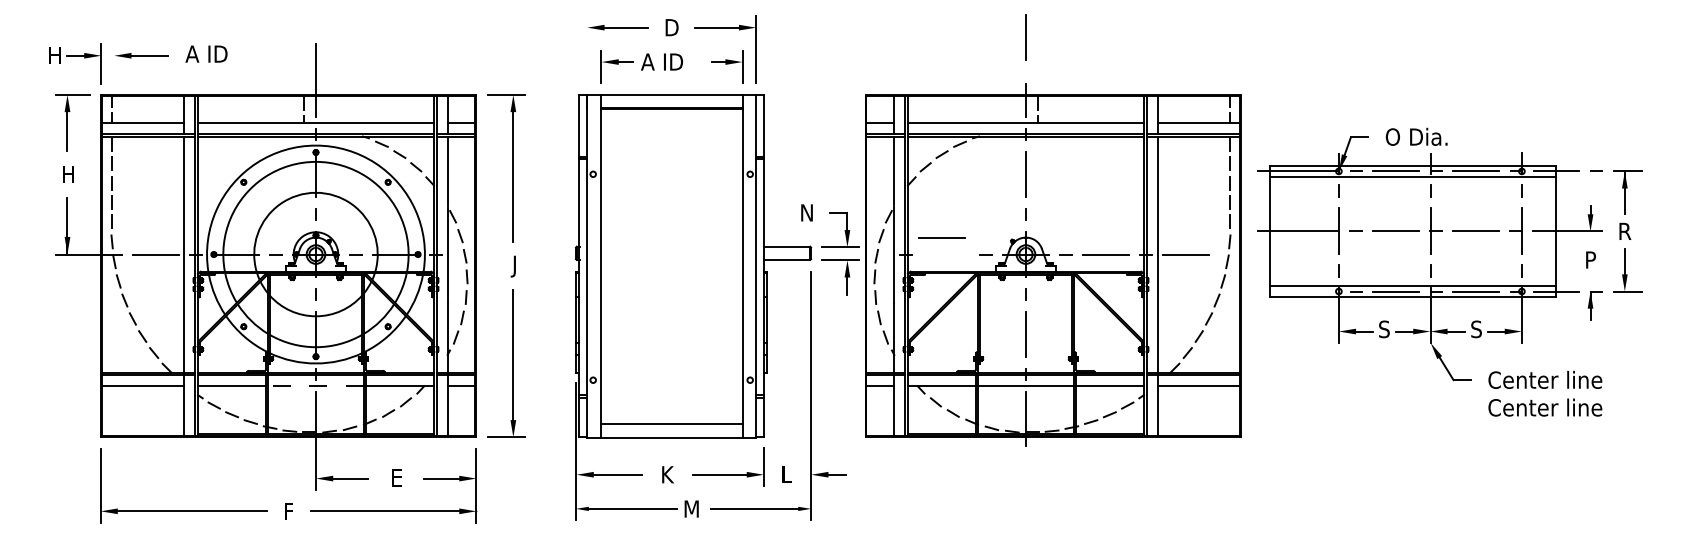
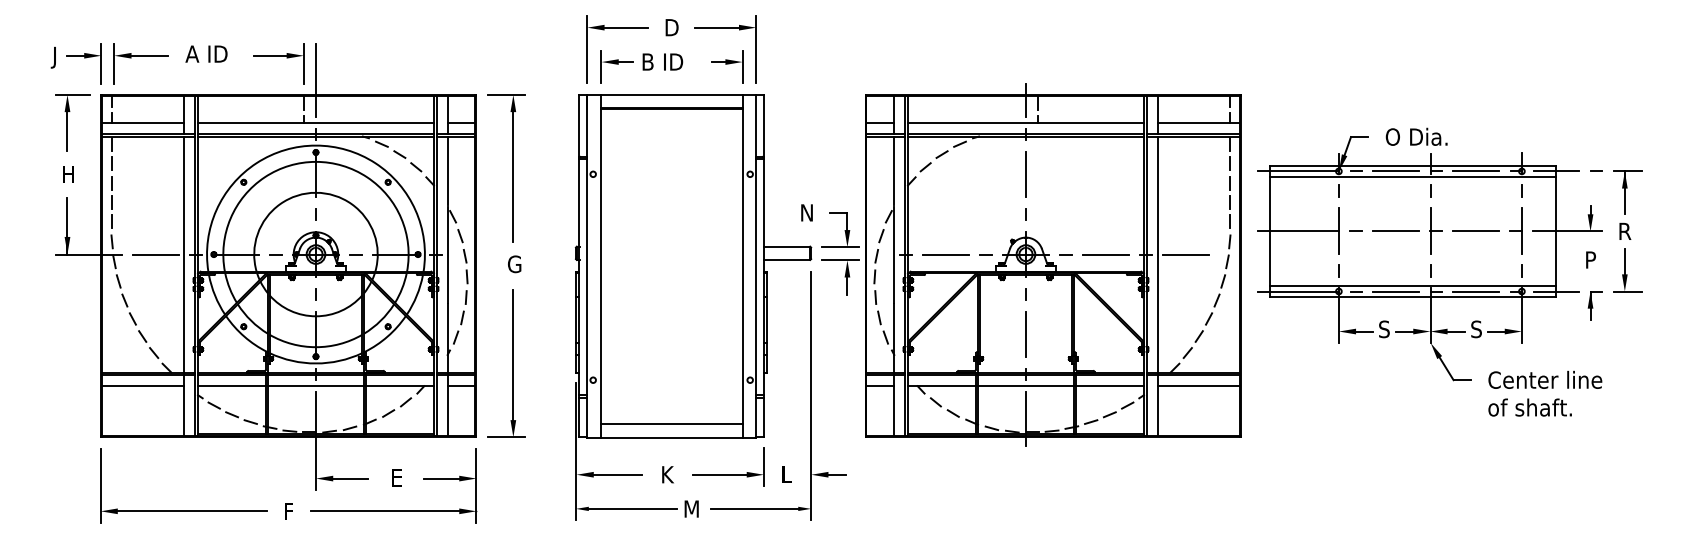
line at (1025, 37): present -> none
line at (587, 49): none -> present
part at (278, 56): none -> present
text at (54, 57): H -> J
text at (647, 61): A ID -> B ID
line at (114, 64): none -> present
line at (941, 237) position: (941, 237) -> (945, 254)
text at (514, 266): J -> G
line at (1298, 291): none -> present
line at (315, 386): dashed -> solid
text at (1545, 407): Center line -> of shaft.
